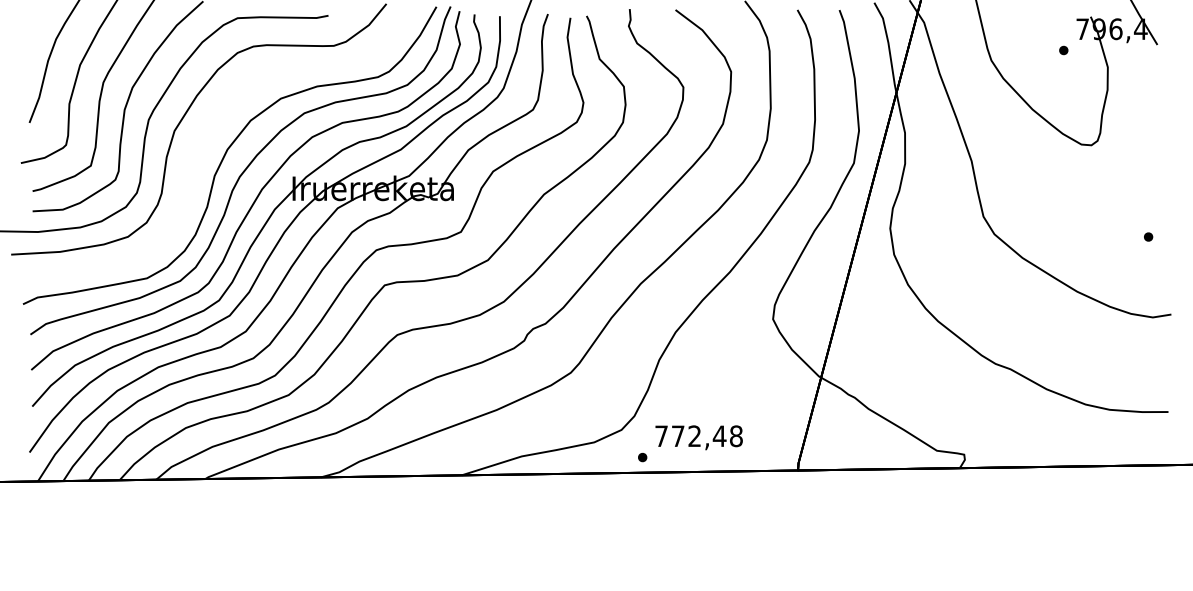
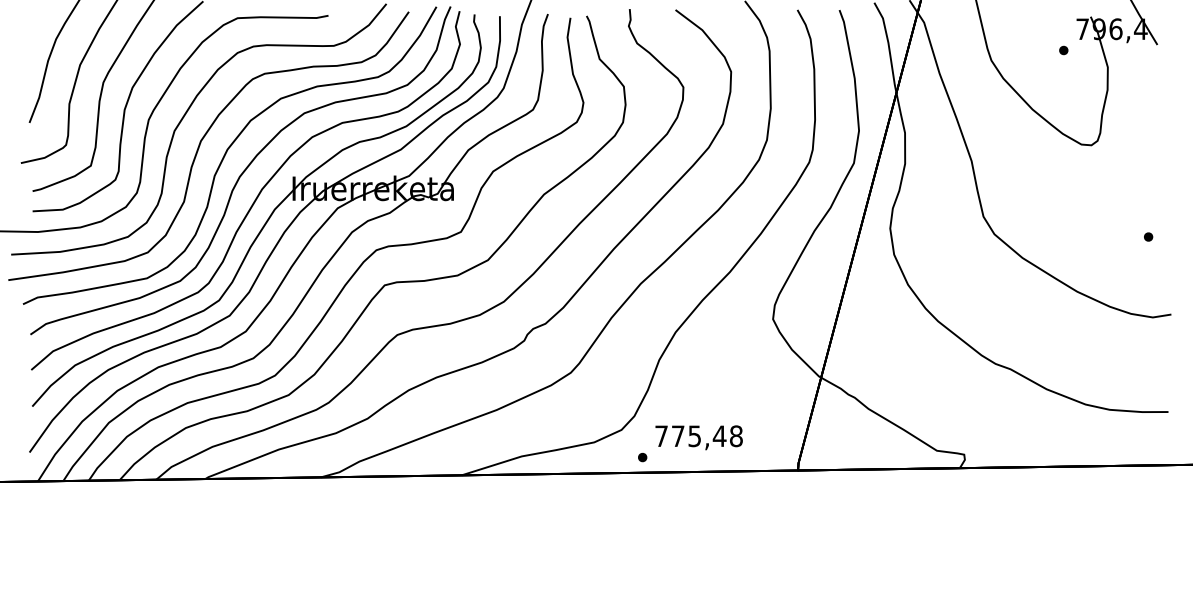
curve at (201, 143): none -> present
text at (694, 436): 772,48 -> 775,48
